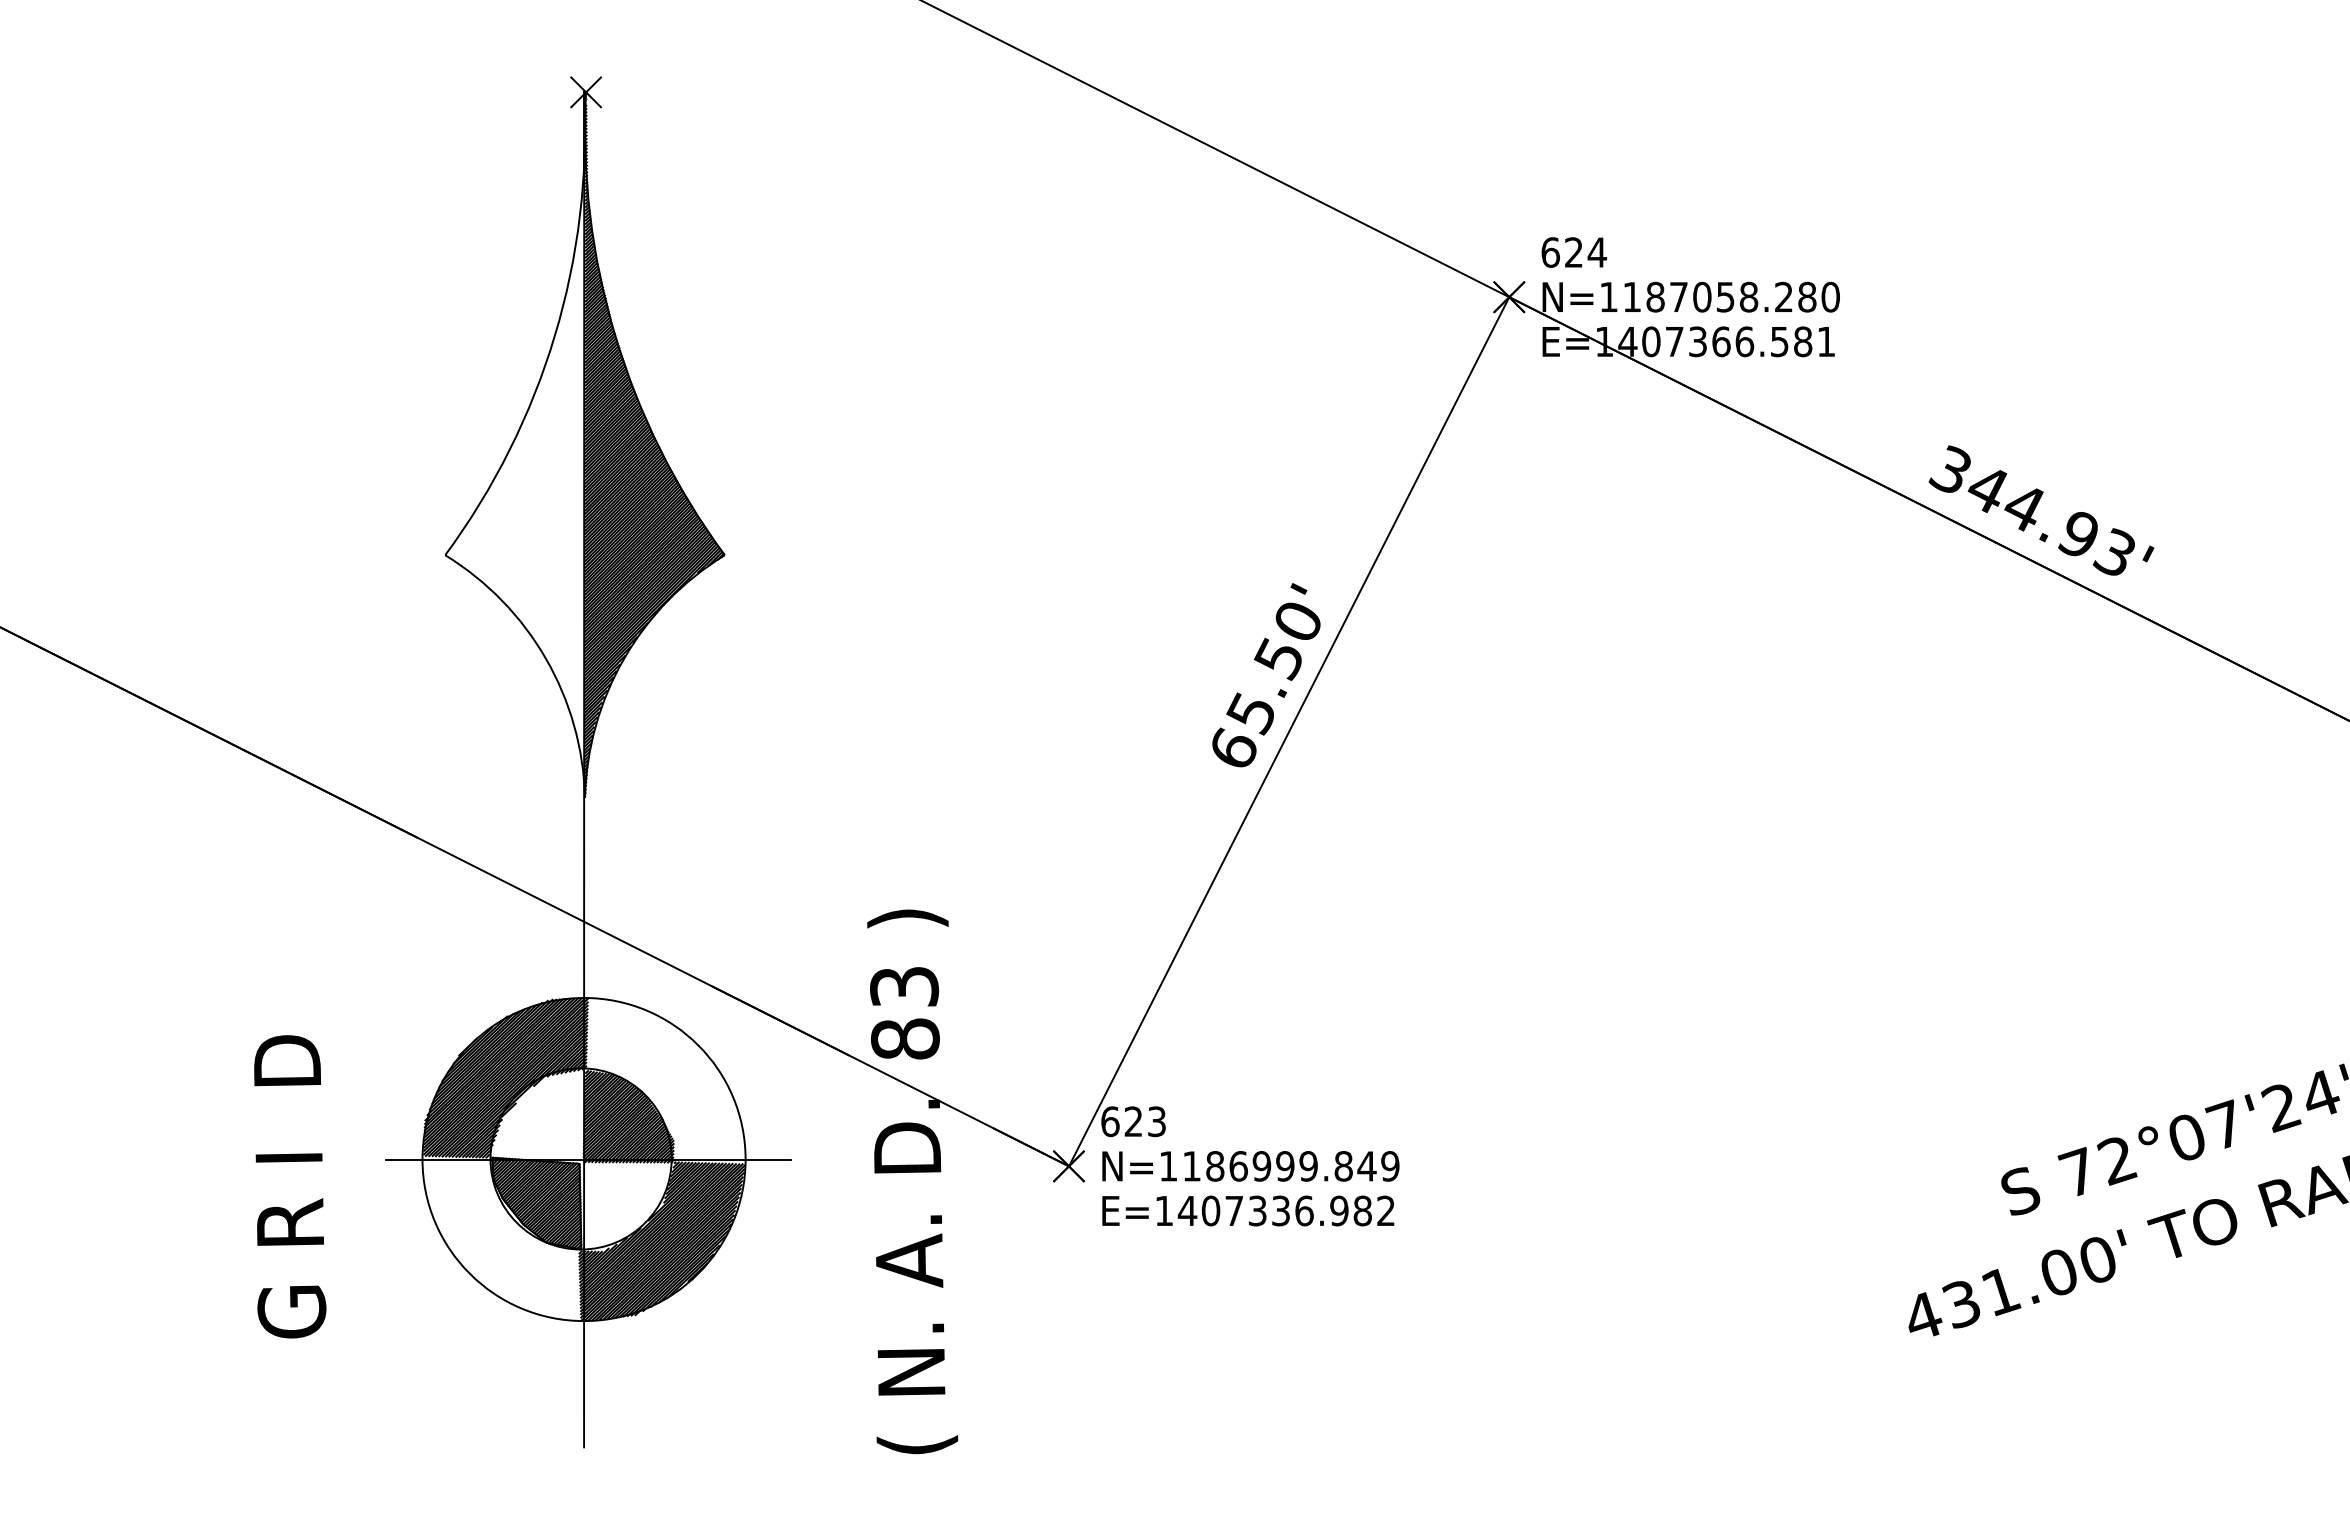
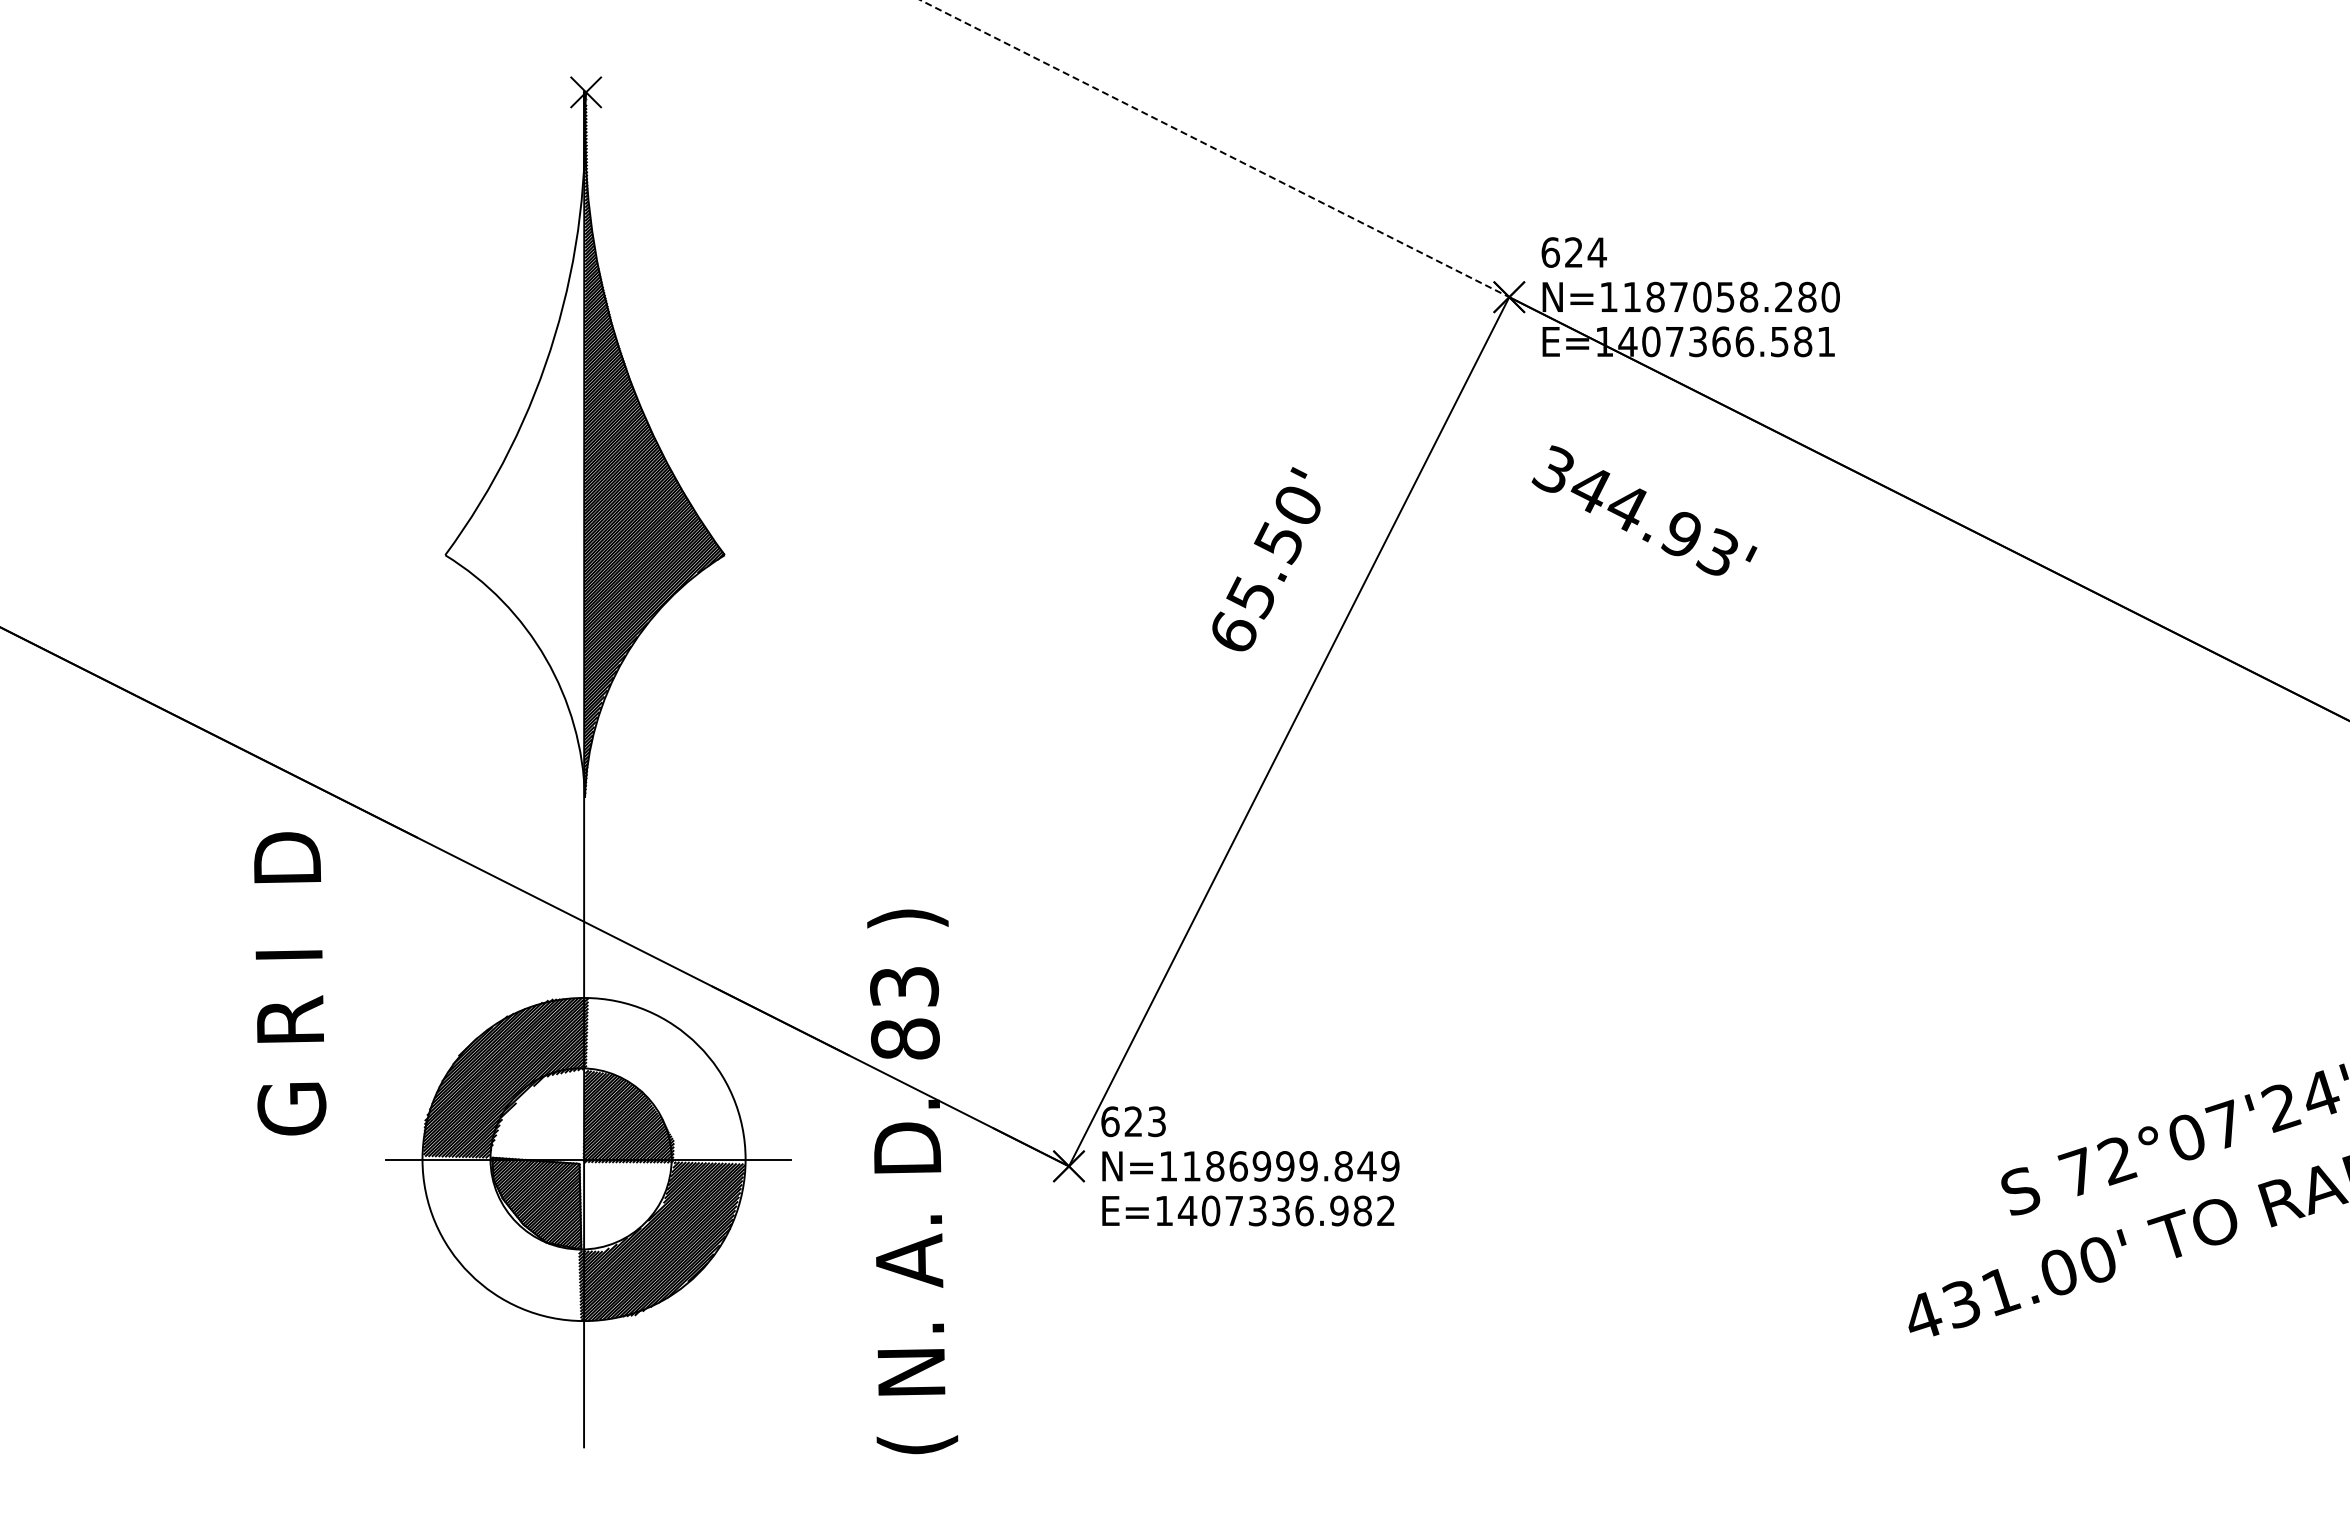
line at (1215, 149): solid -> dashed
text at (2041, 510) position: (2041, 510) -> (1644, 510)
text at (1266, 675) position: (1266, 675) -> (1266, 559)
text at (290, 1186) position: (290, 1186) -> (290, 983)
